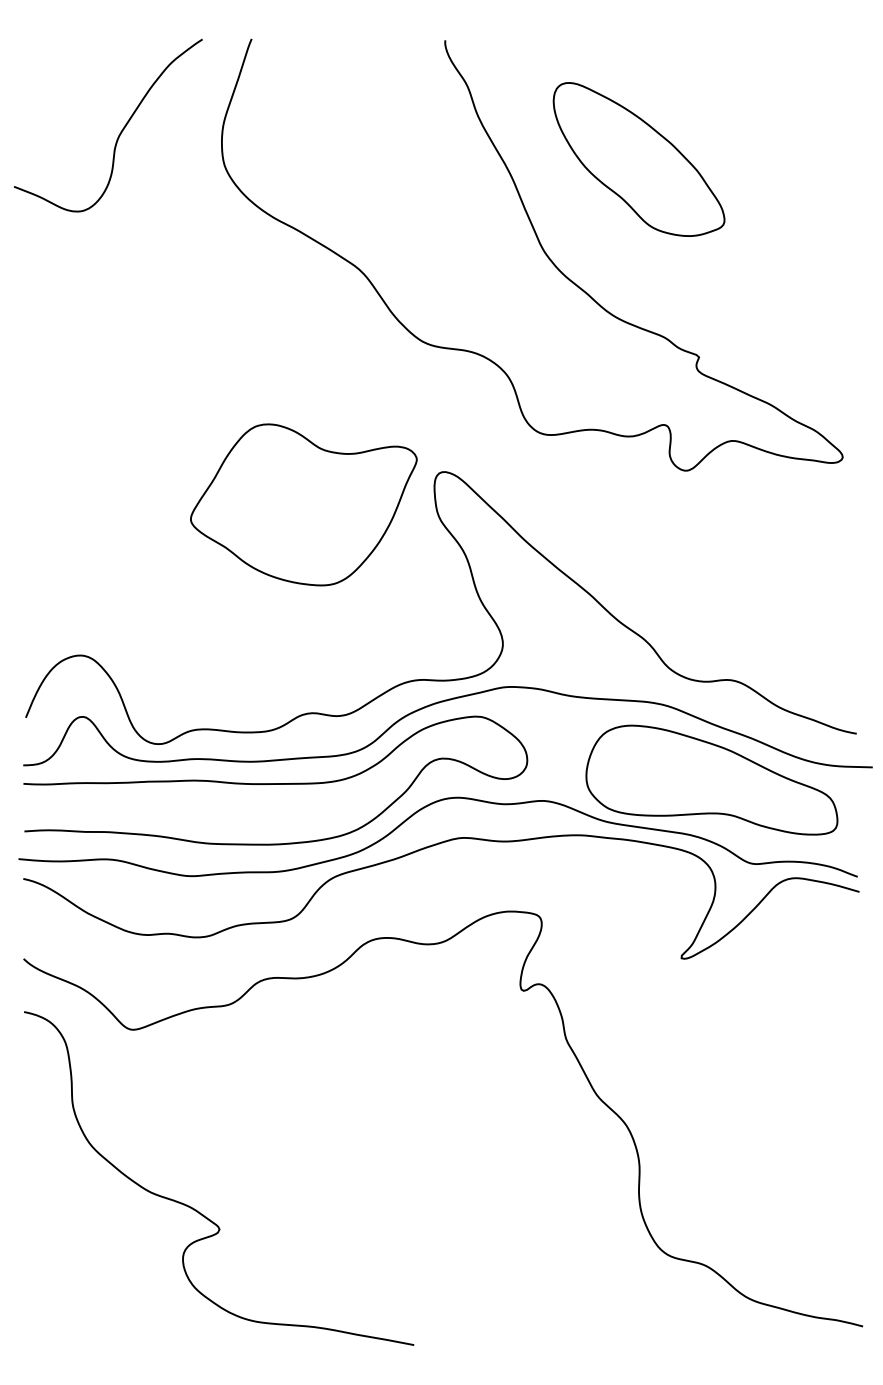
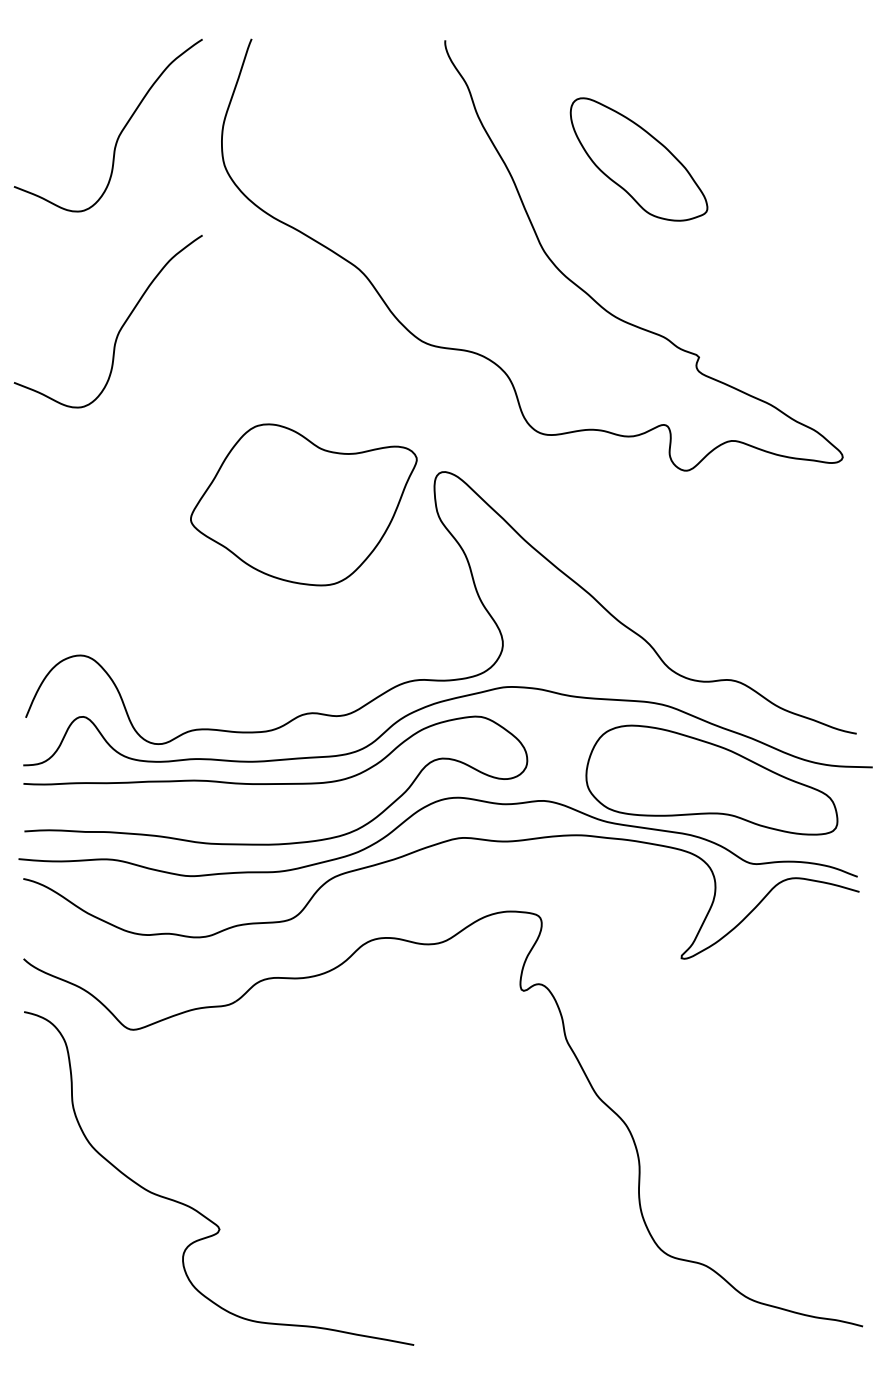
part at (638, 159) size: 174x155 px -> 140x125 px
curve at (120, 327): none -> present
